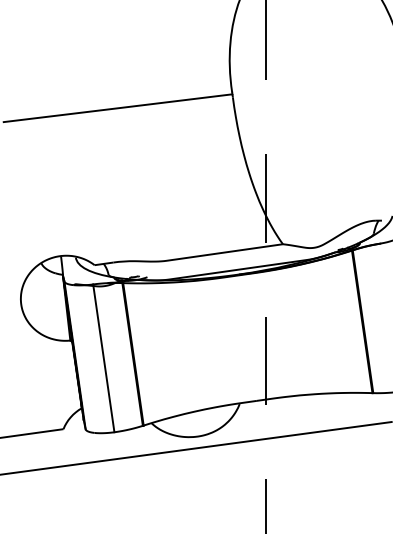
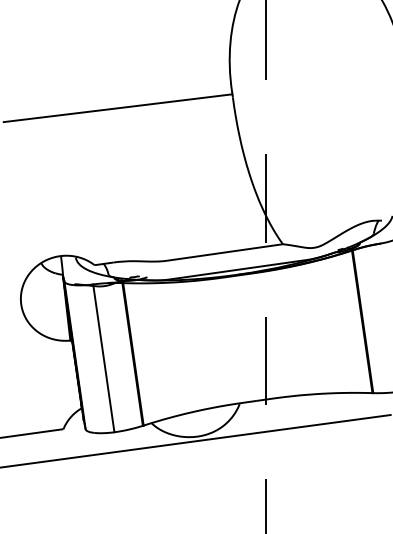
line at (195, 448) position: (195, 448) -> (195, 441)
